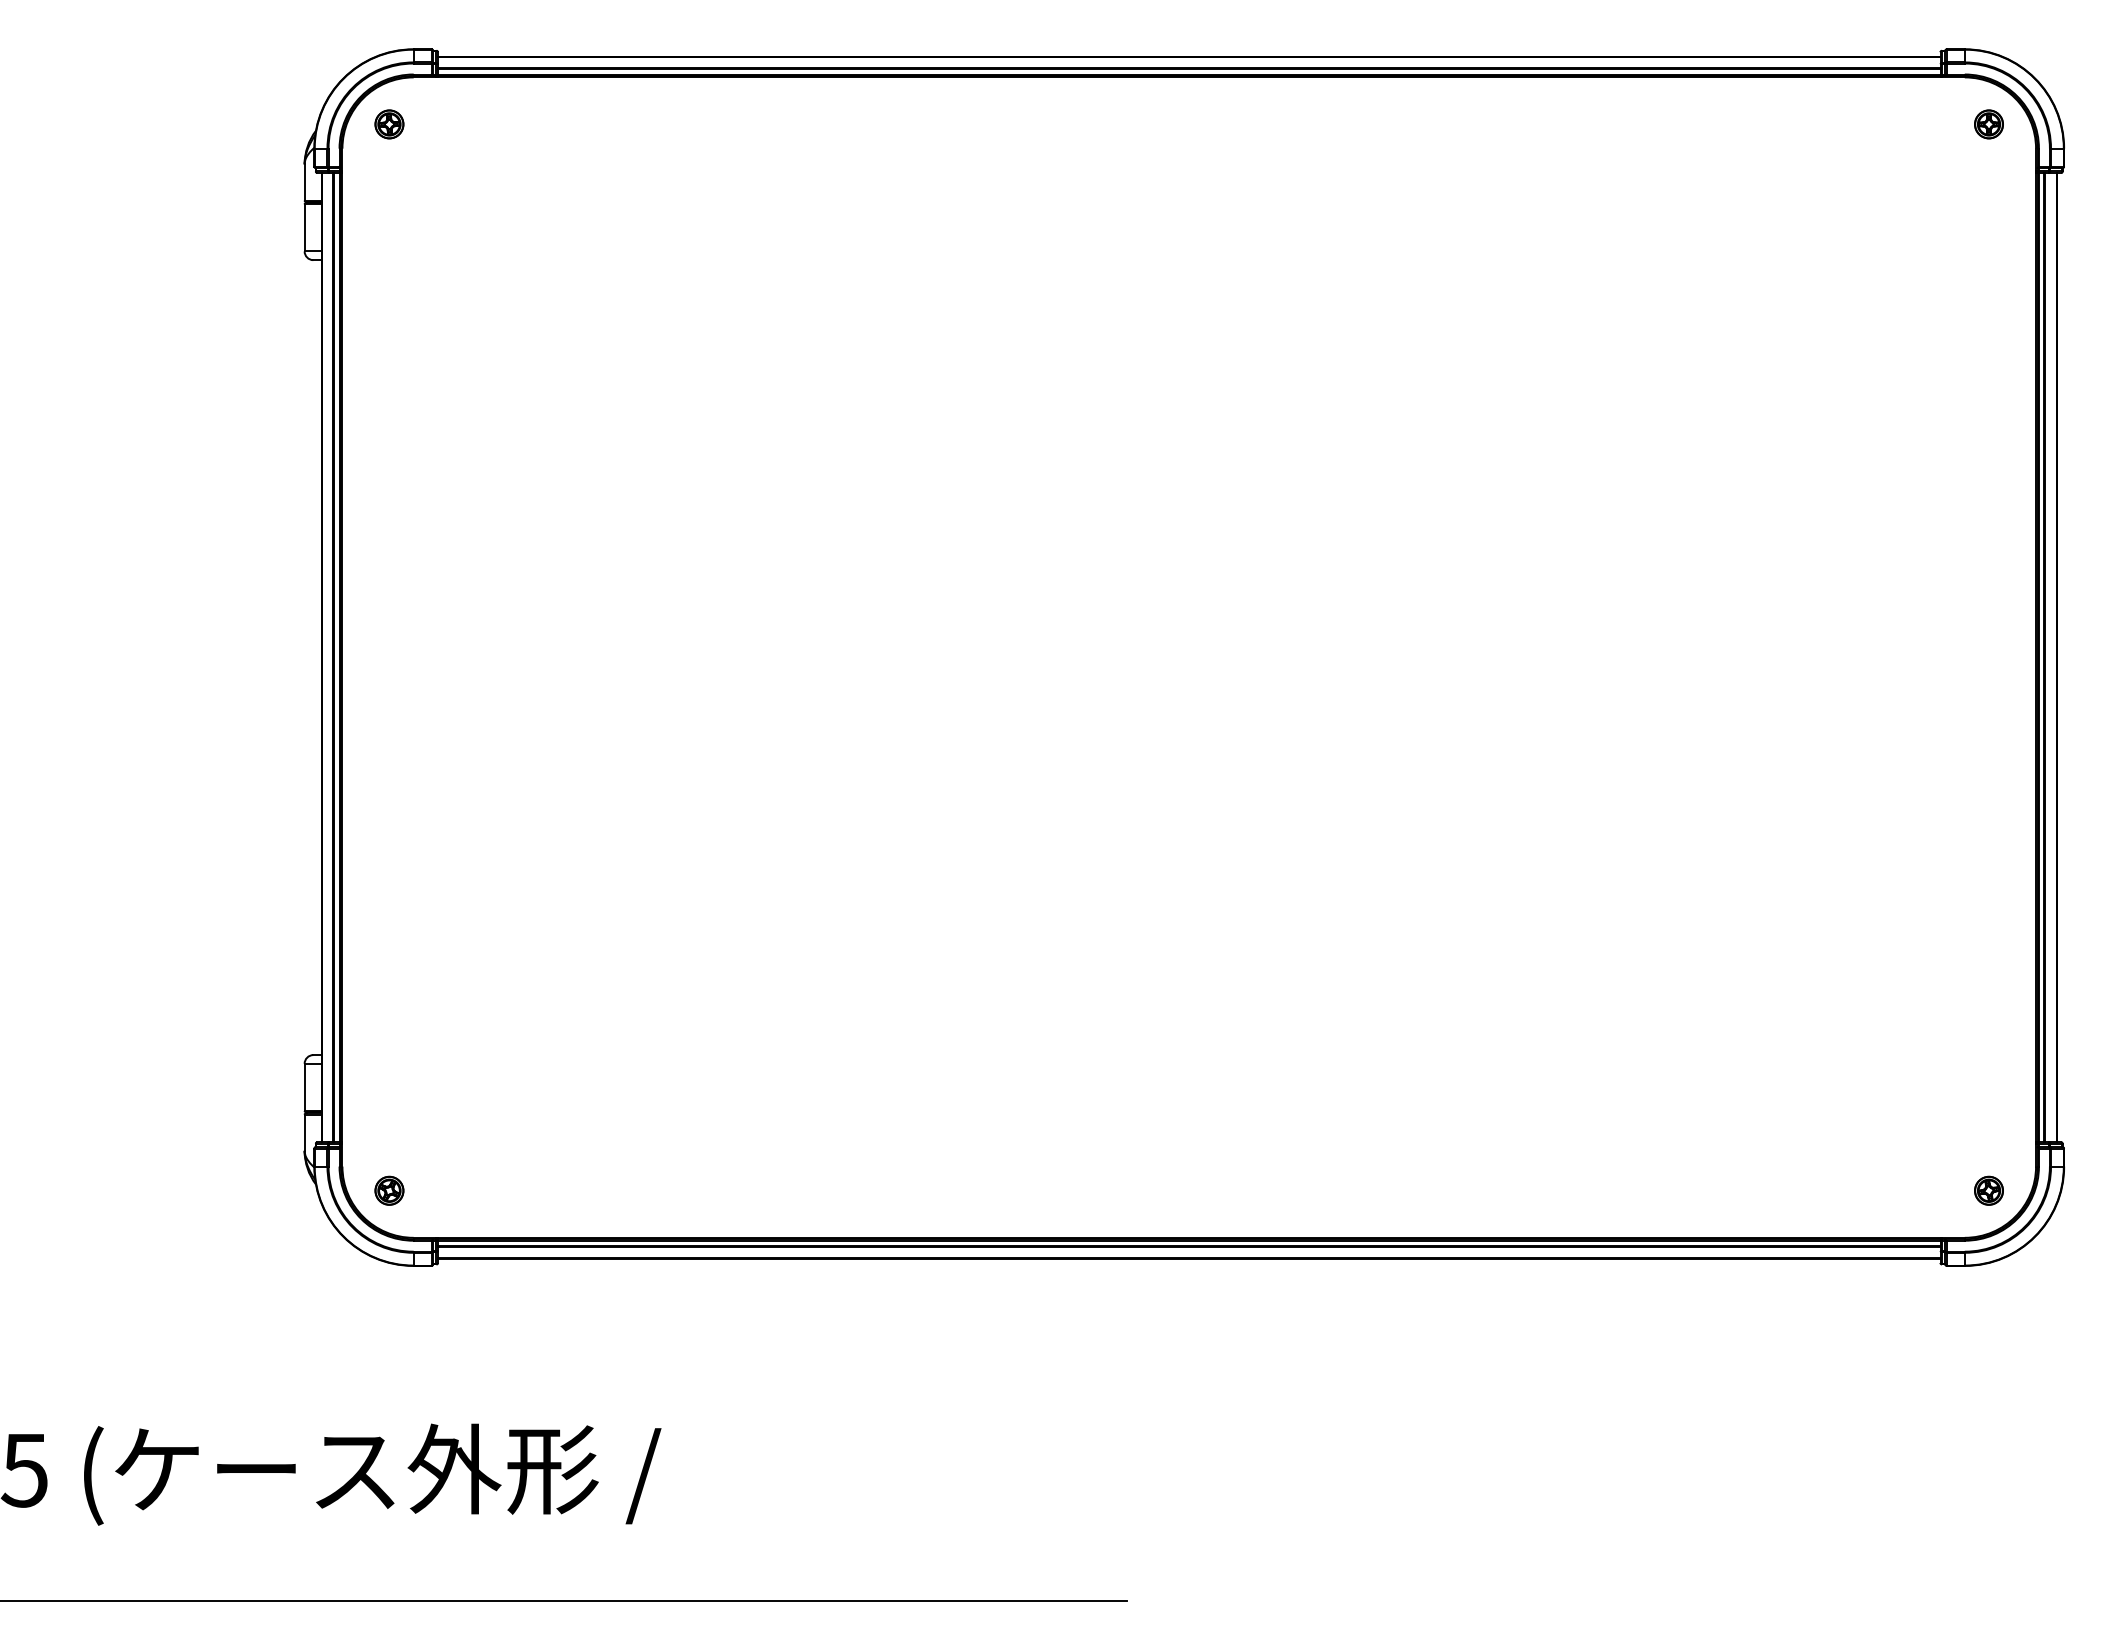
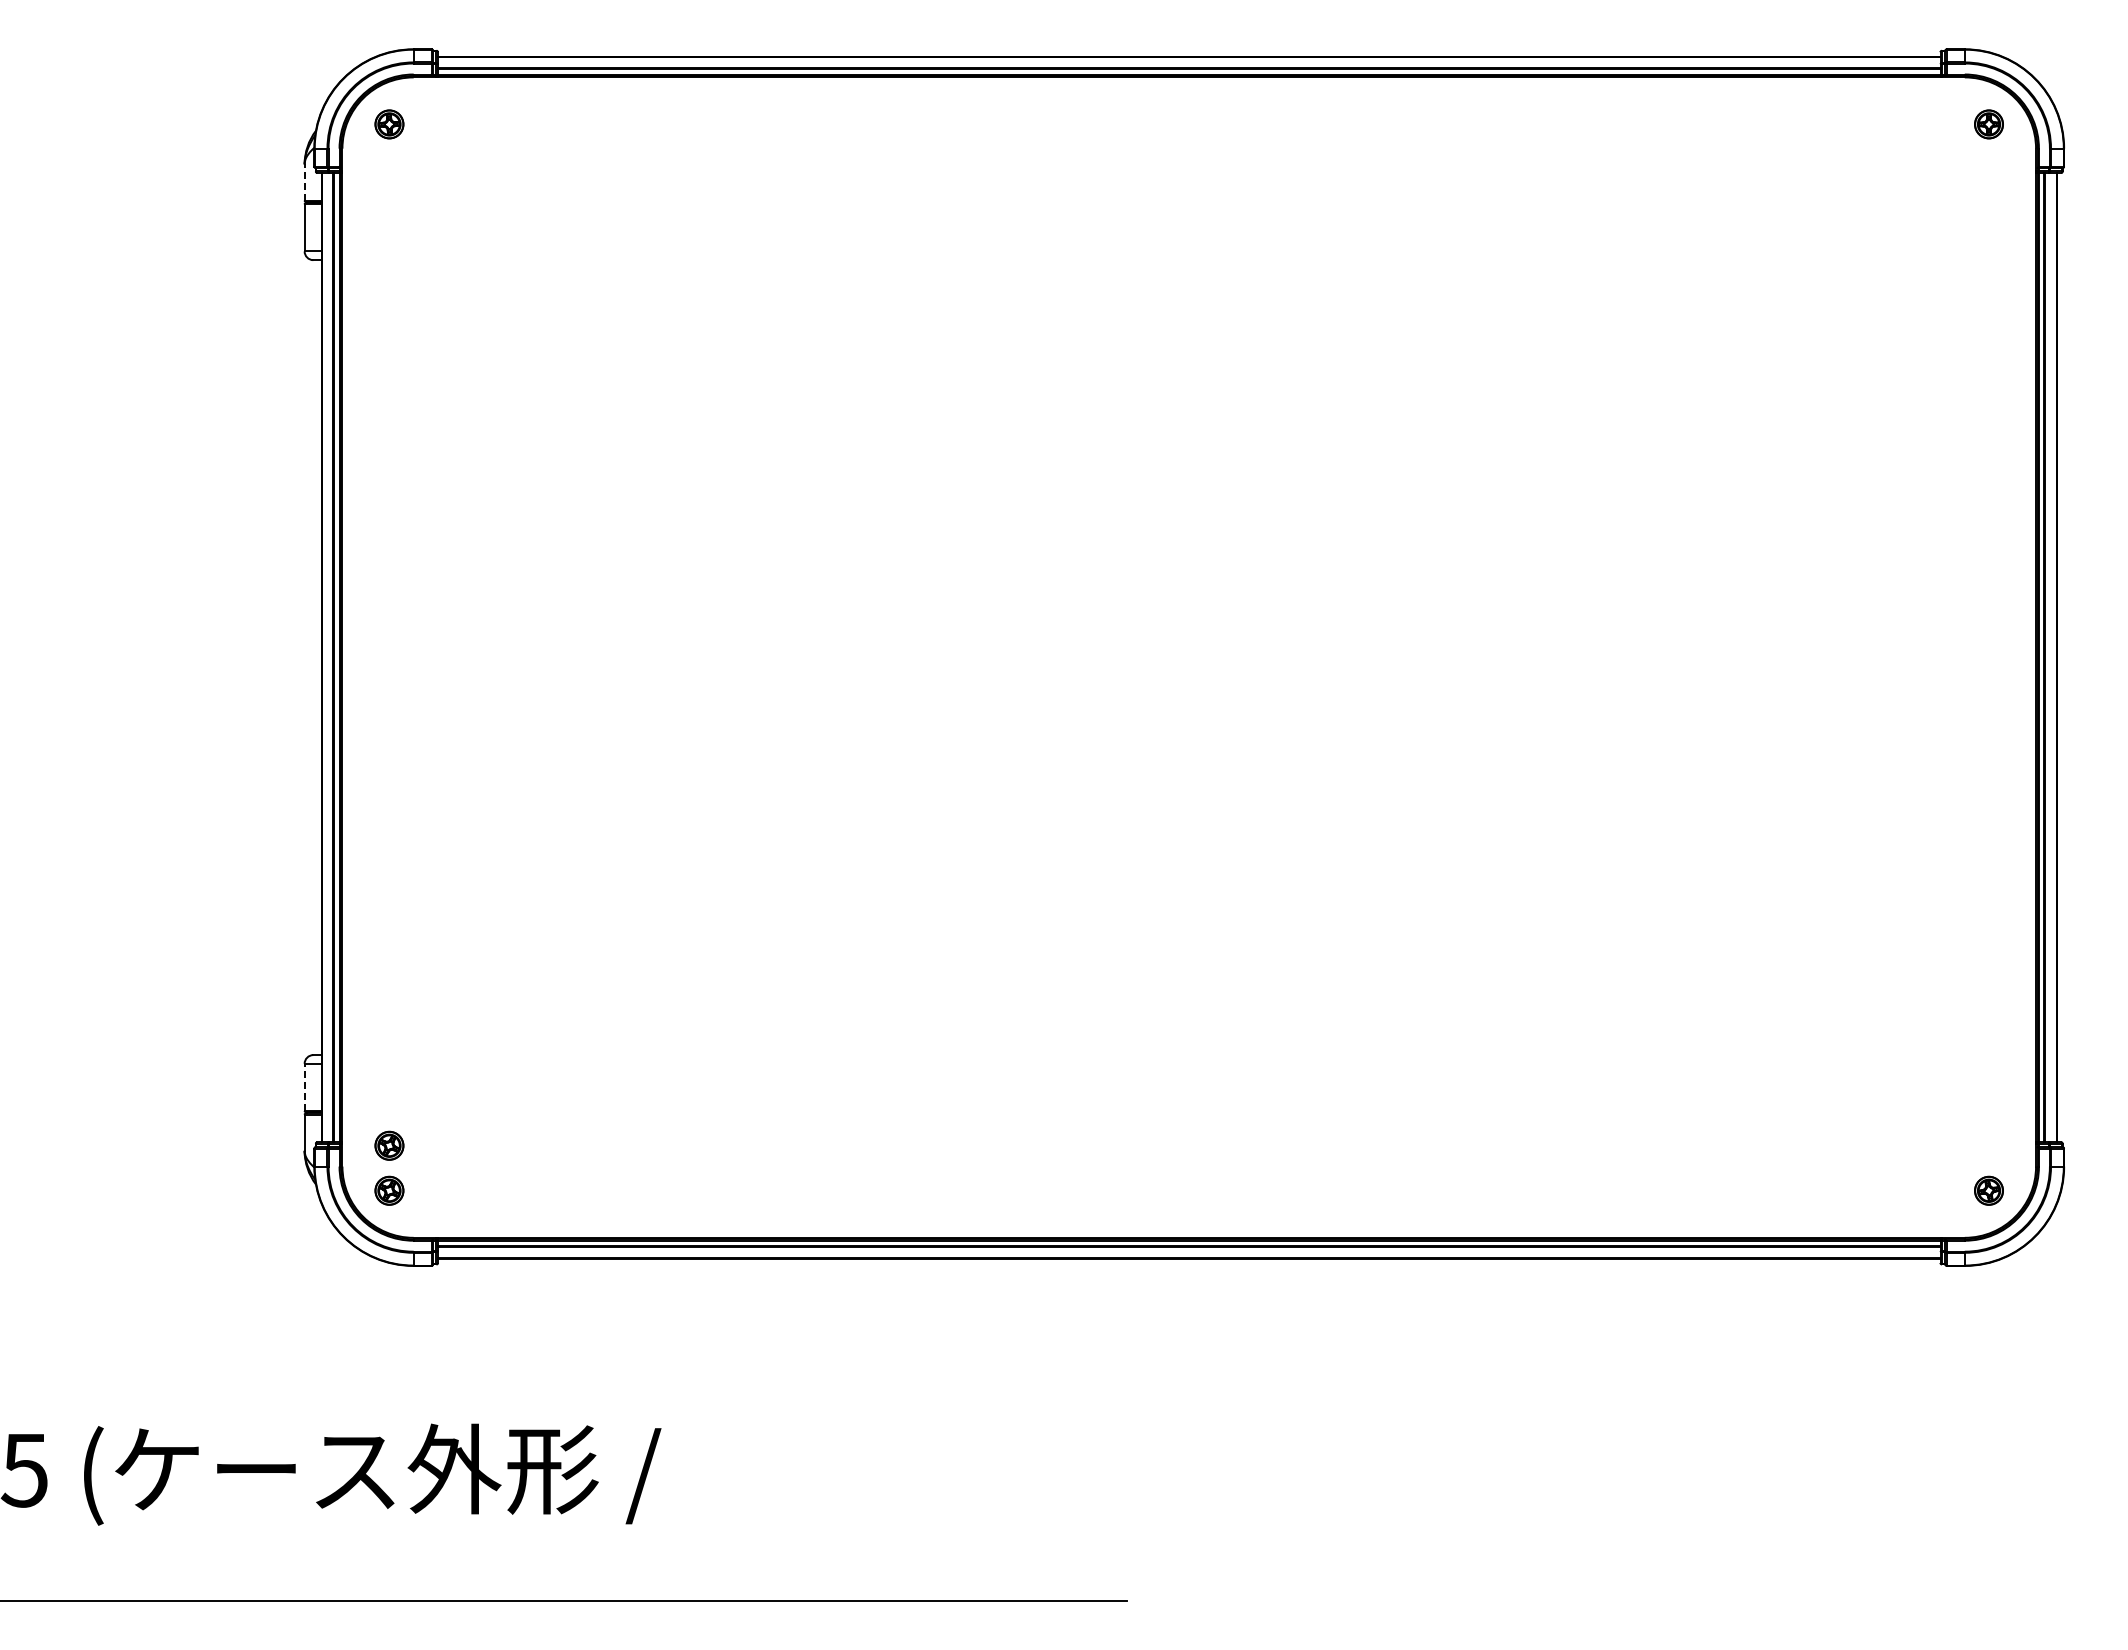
line at (304, 182): solid -> dashed
line at (304, 1087): solid -> dashed
part at (389, 1145): none -> present
